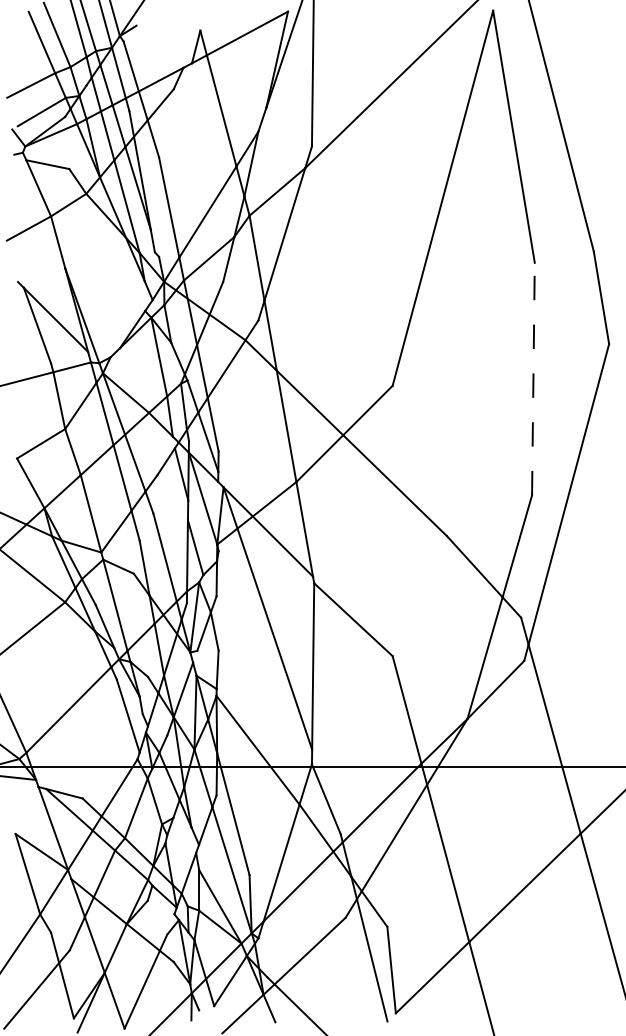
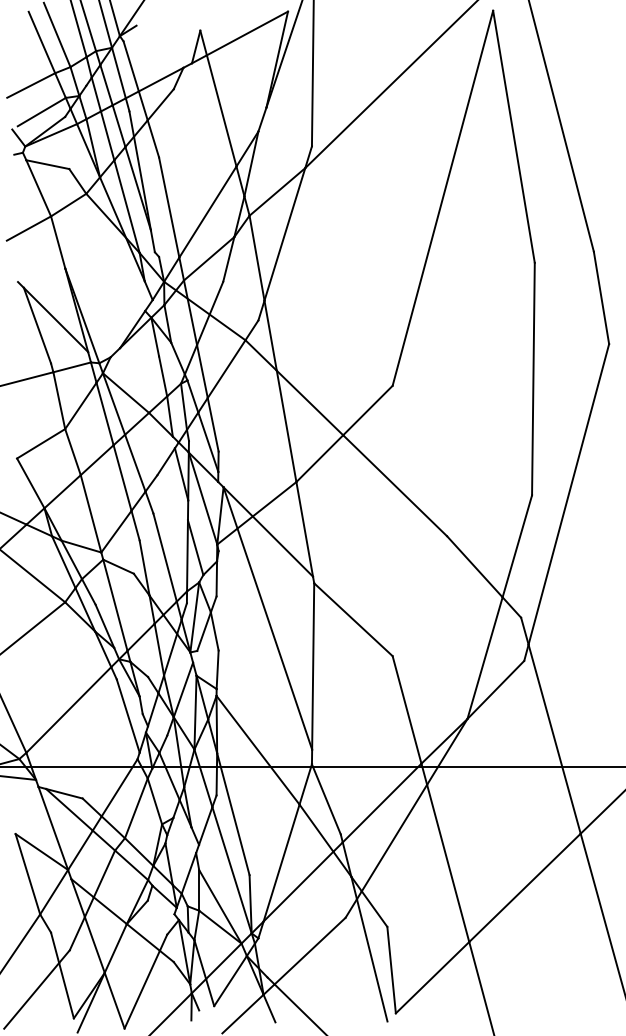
line at (533, 378): dashed -> solid
